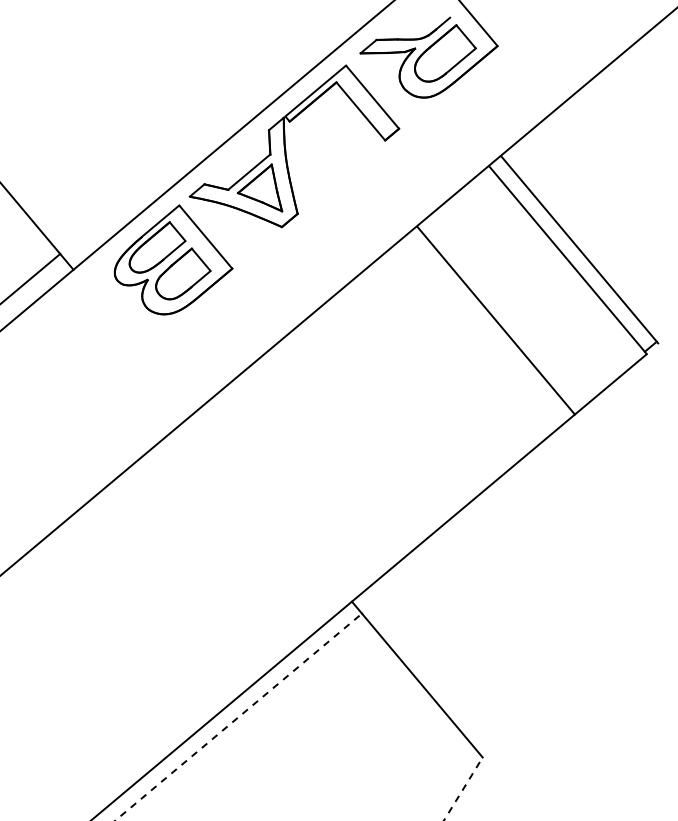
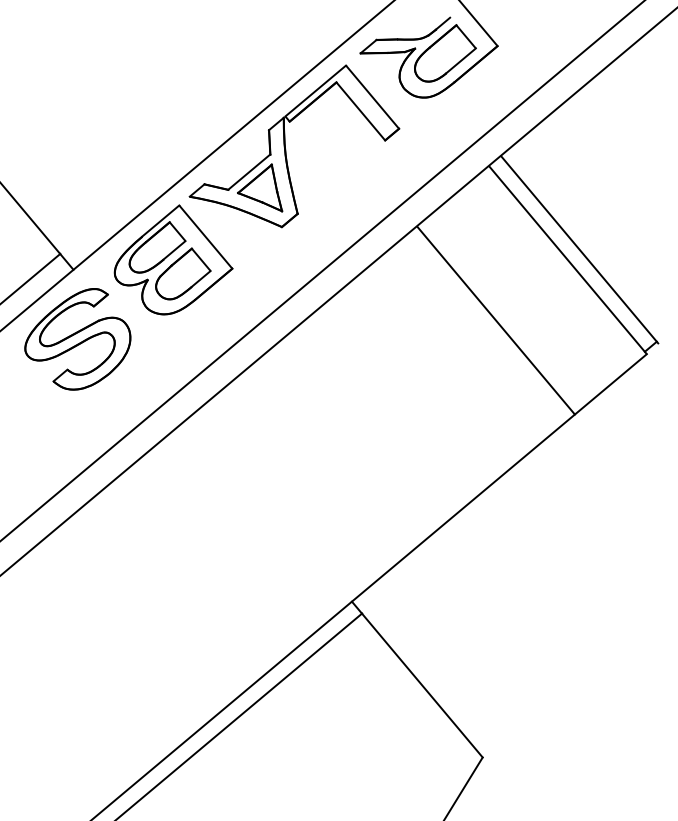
line at (322, 270): none -> present
part at (77, 339): none -> present
line at (238, 717): dashed -> solid
line at (463, 789): dashed -> solid
